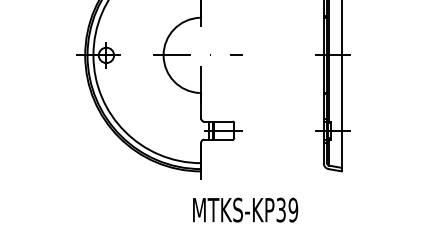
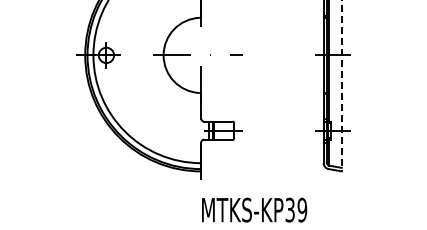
line at (341, 86): solid -> dashed
text at (245, 209) position: (245, 209) -> (254, 209)
